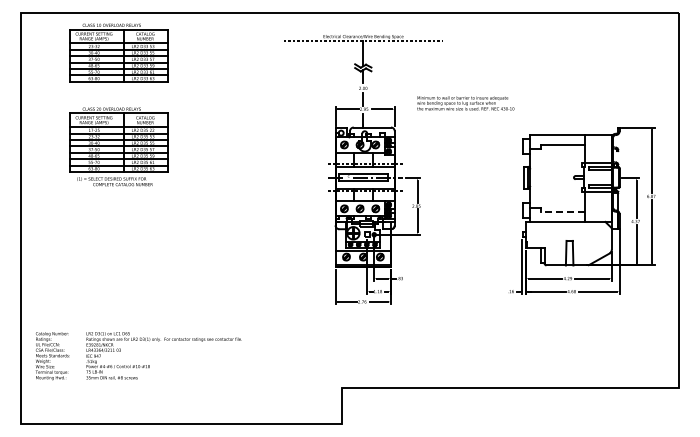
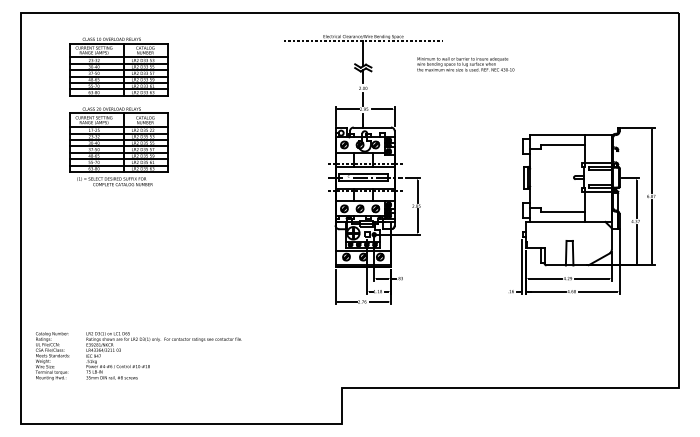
part at (118, 52) position: (118, 52) -> (118, 66)
text at (465, 103) position: (465, 103) -> (465, 64)
line at (563, 211): dashed -> solid
